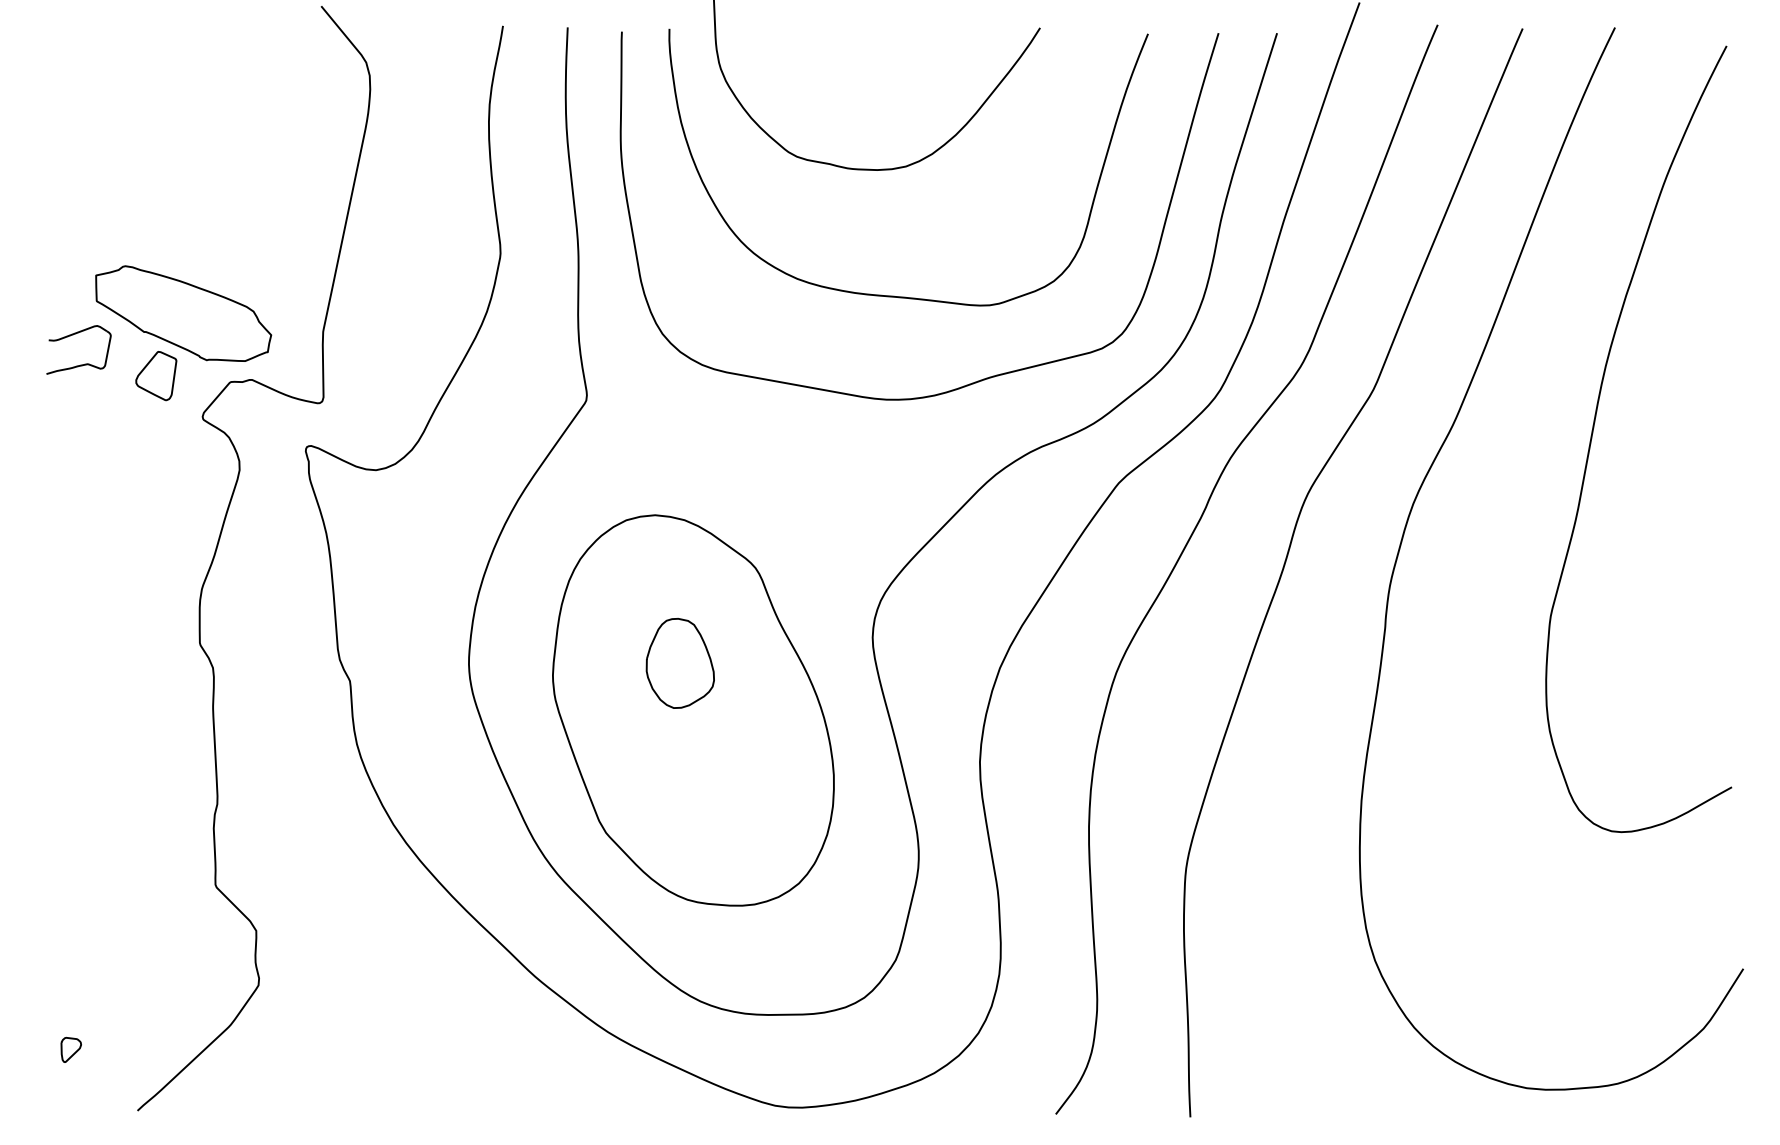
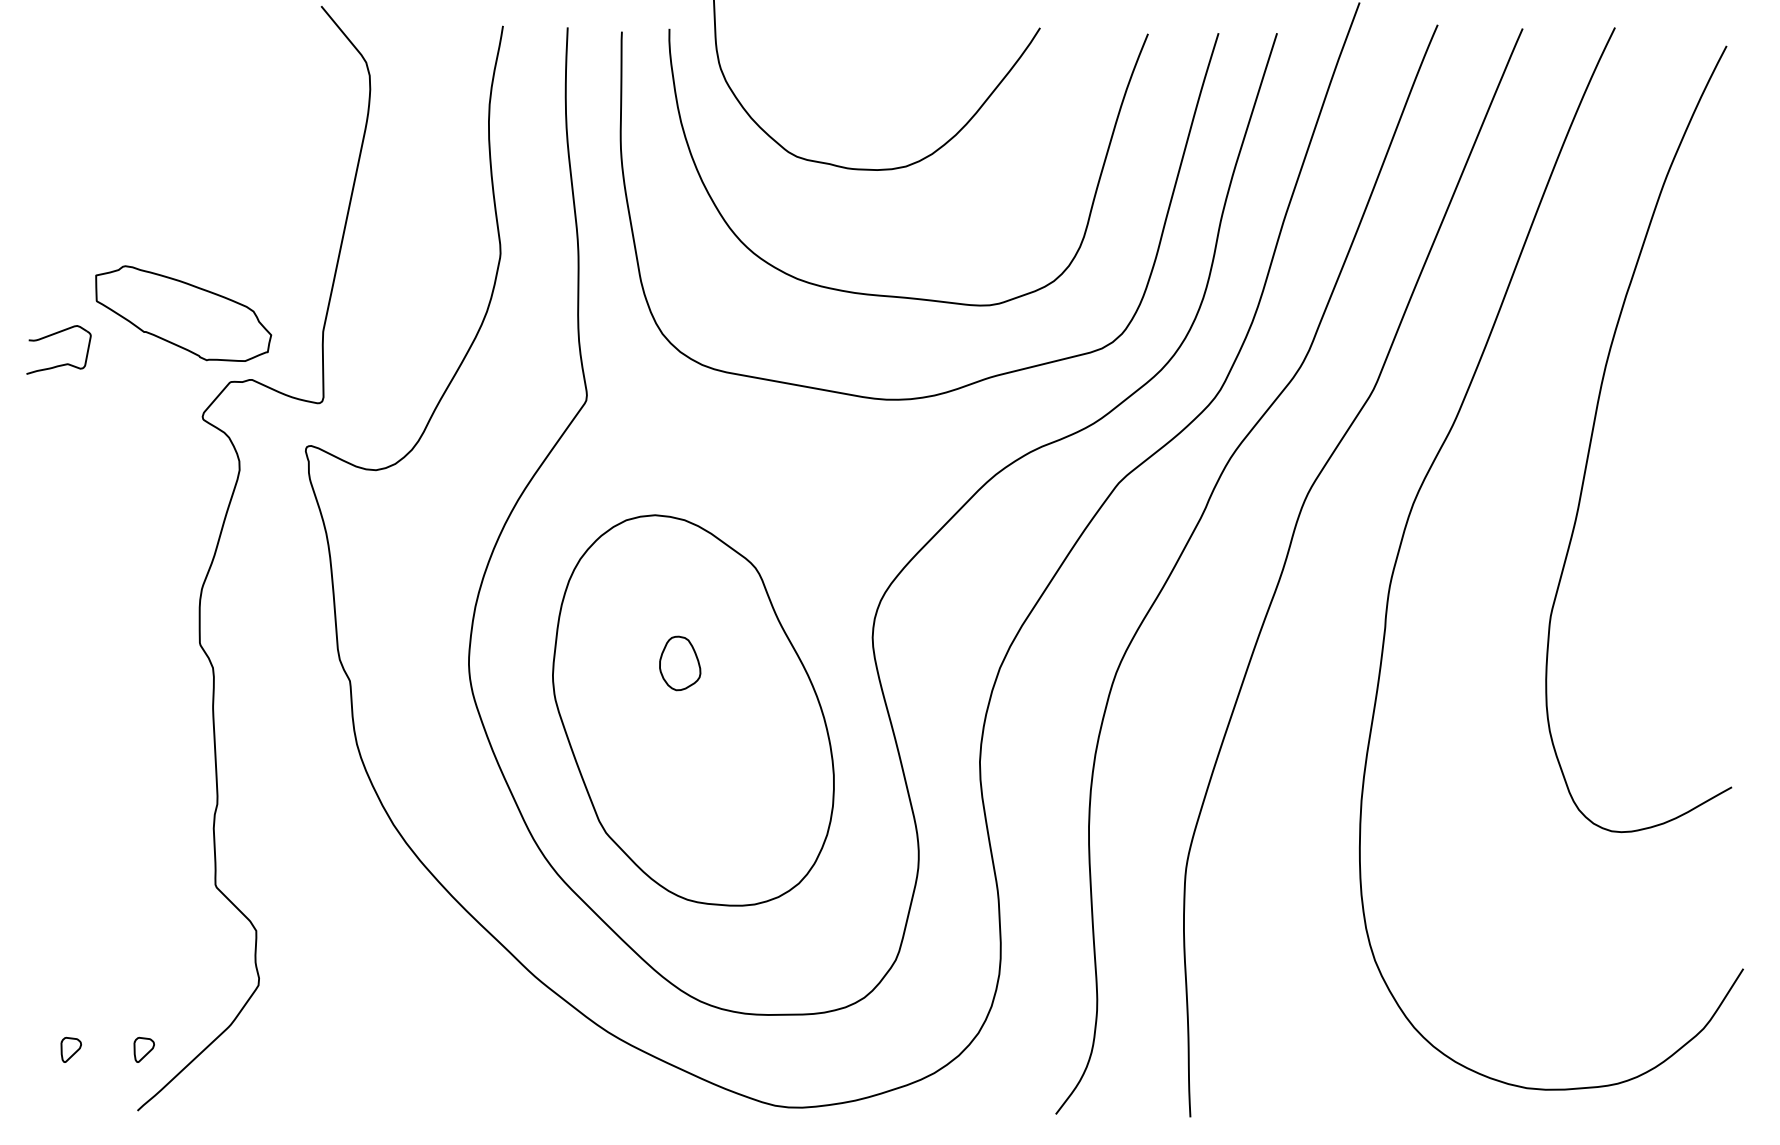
part at (73, 335) position: (73, 335) -> (53, 335)
part at (156, 376): present -> none
part at (679, 663) size: 70x91 px -> 43x57 px
part at (143, 1049): none -> present
